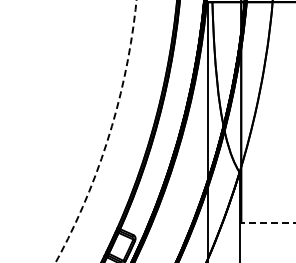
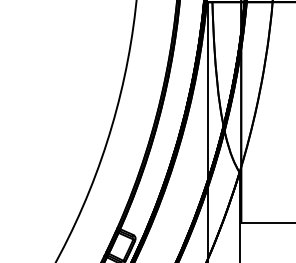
arc at (108, 137): dashed -> solid
line at (268, 223): dashed -> solid
